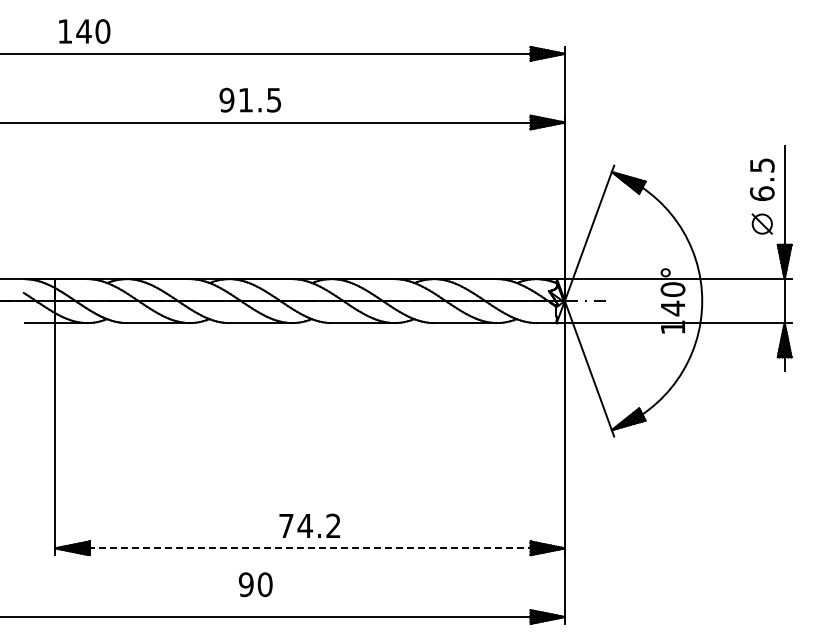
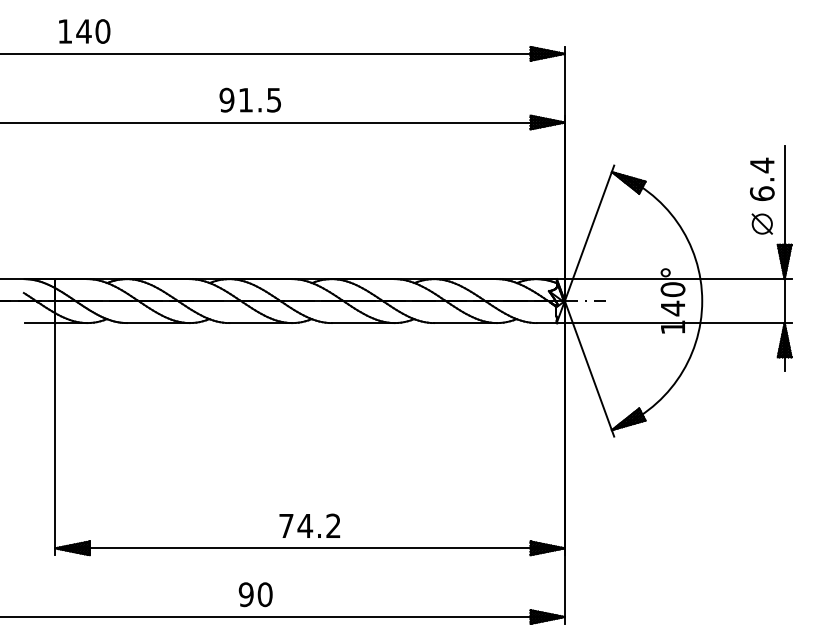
text at (762, 165): 6.5 -> 6.4
line at (310, 548): dashed -> solid
text at (255, 584) position: (255, 584) -> (255, 594)
